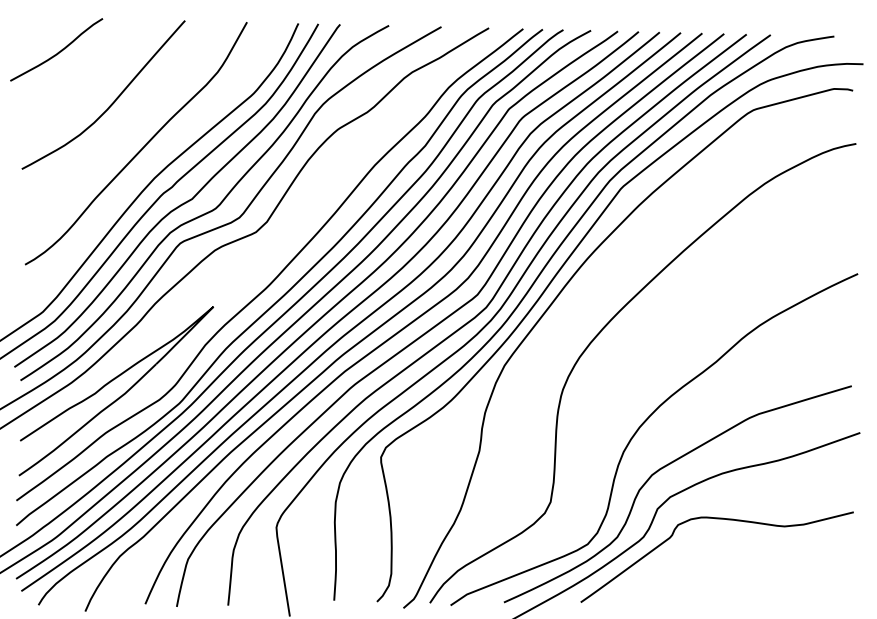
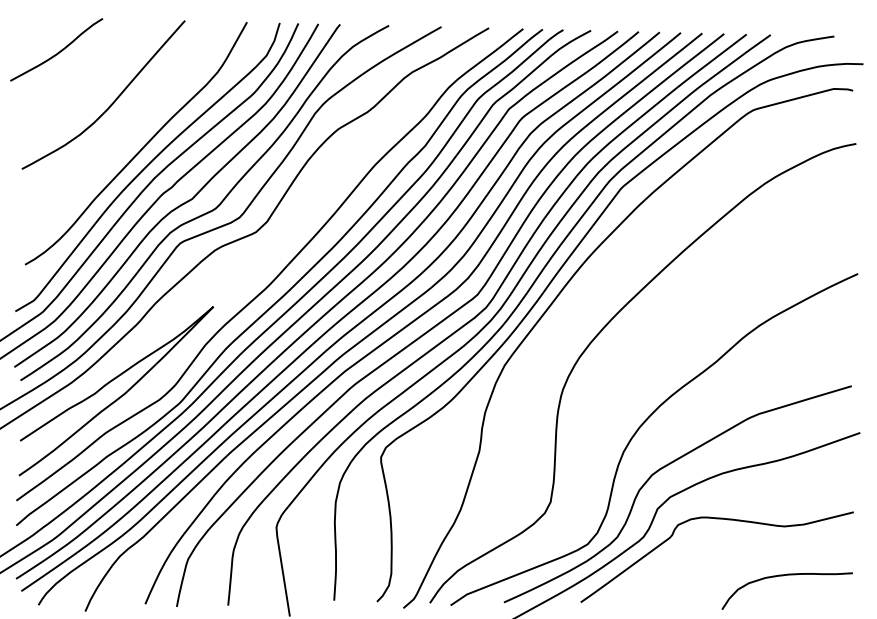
curve at (147, 166): none -> present
curve at (783, 576): none -> present
